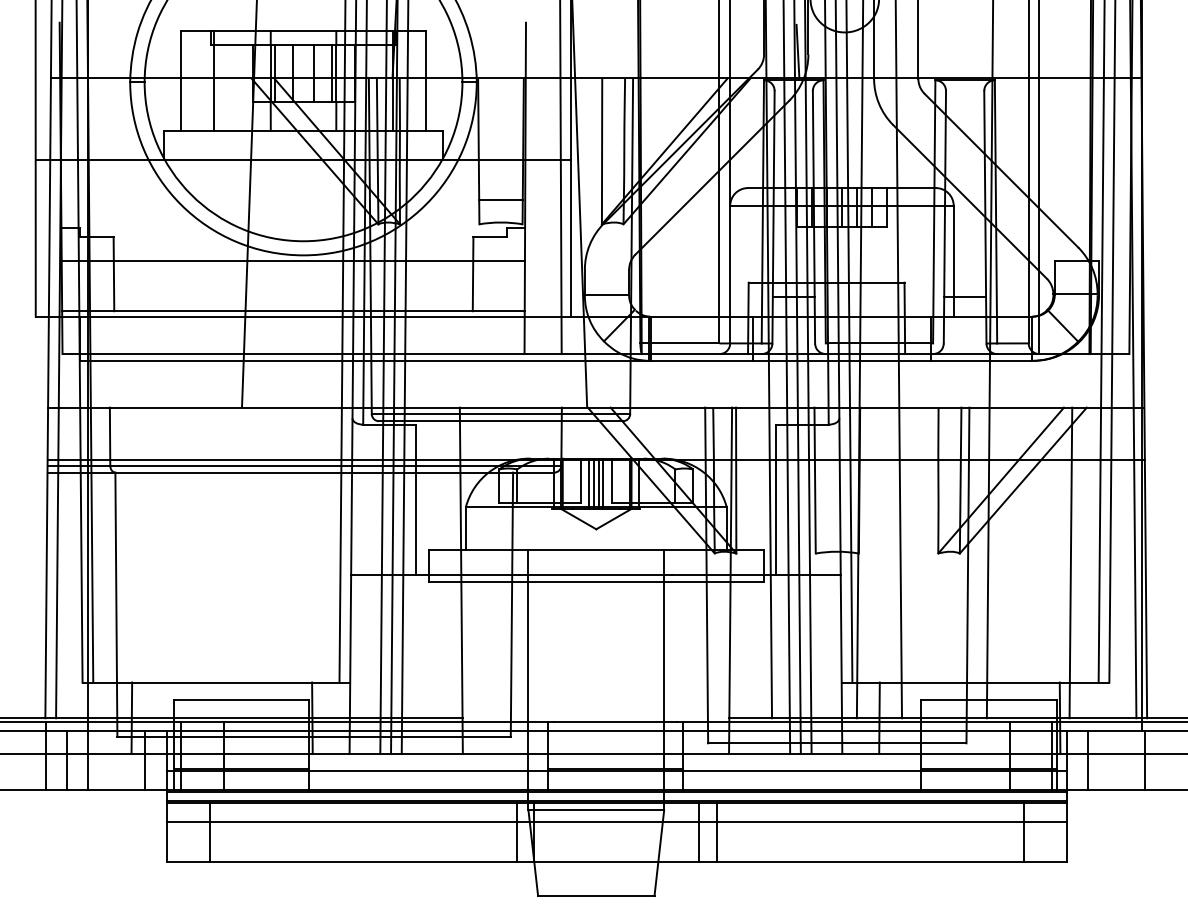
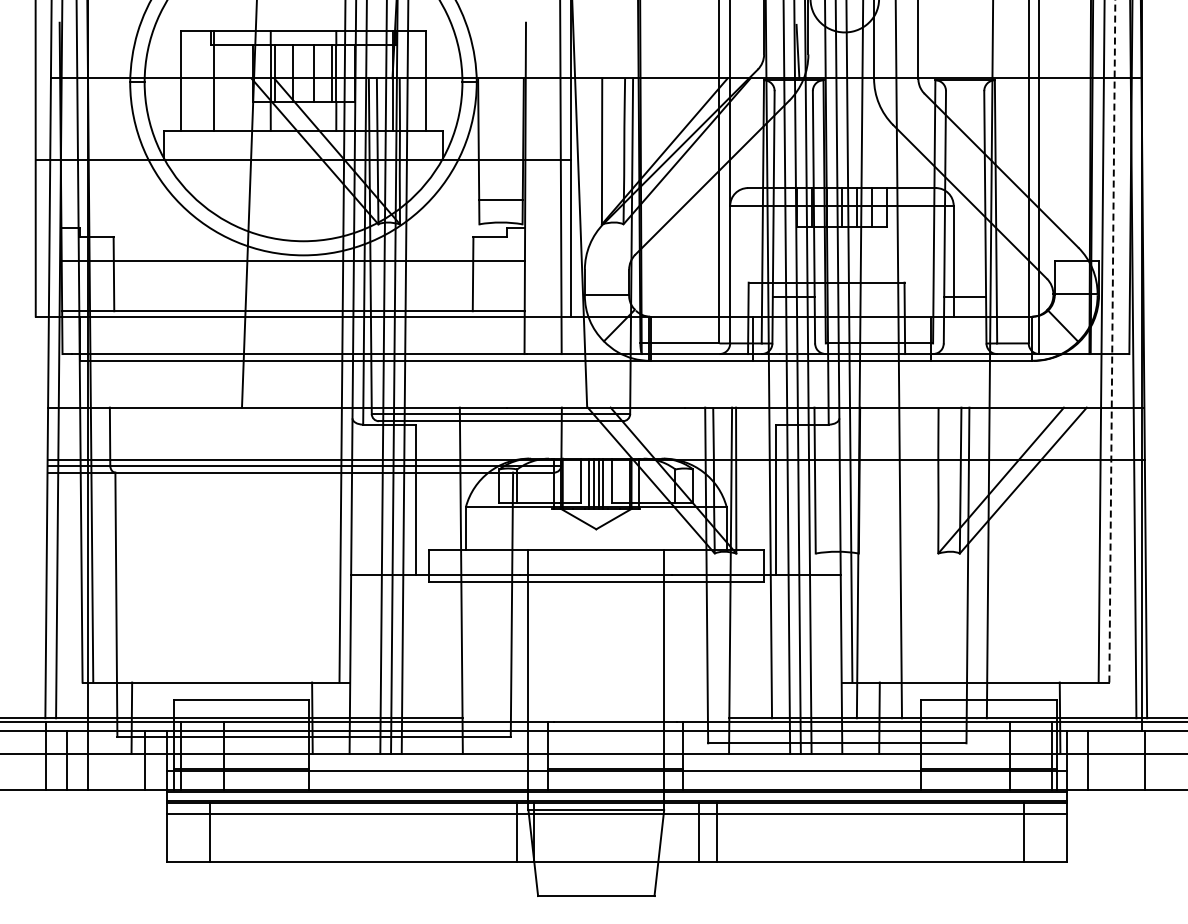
line at (1112, 341): solid -> dashed
line at (1070, 562): present -> none
line at (616, 821) position: (616, 821) -> (616, 813)
